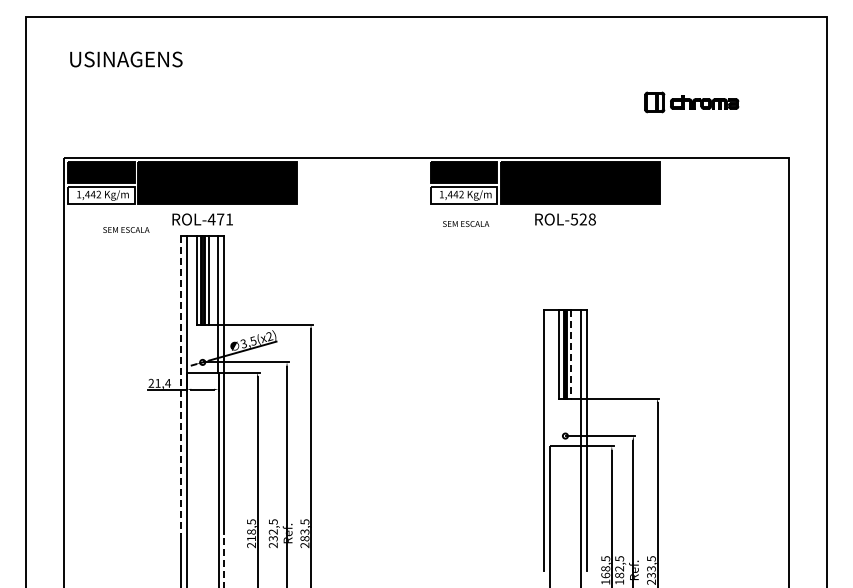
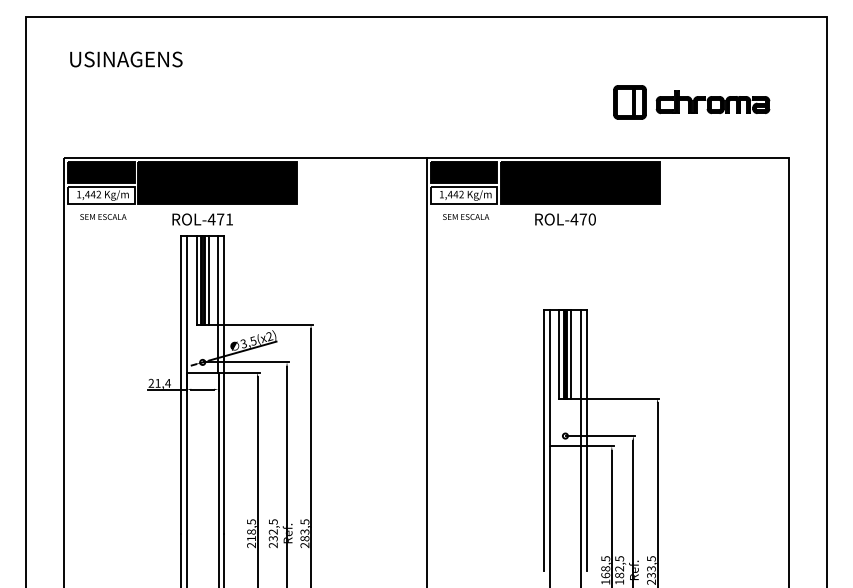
part at (691, 102) size: 96x23 px -> 158x35 px
text at (582, 219): ROL-528 -> ROL-470
text at (466, 223) position: (466, 223) -> (466, 216)
text at (126, 229) position: (126, 229) -> (103, 216)
line at (571, 354): dashed -> solid
line at (426, 370): none -> present
line at (549, 378): none -> present
line at (181, 385): dashed -> solid
line at (224, 560): dashed -> solid
